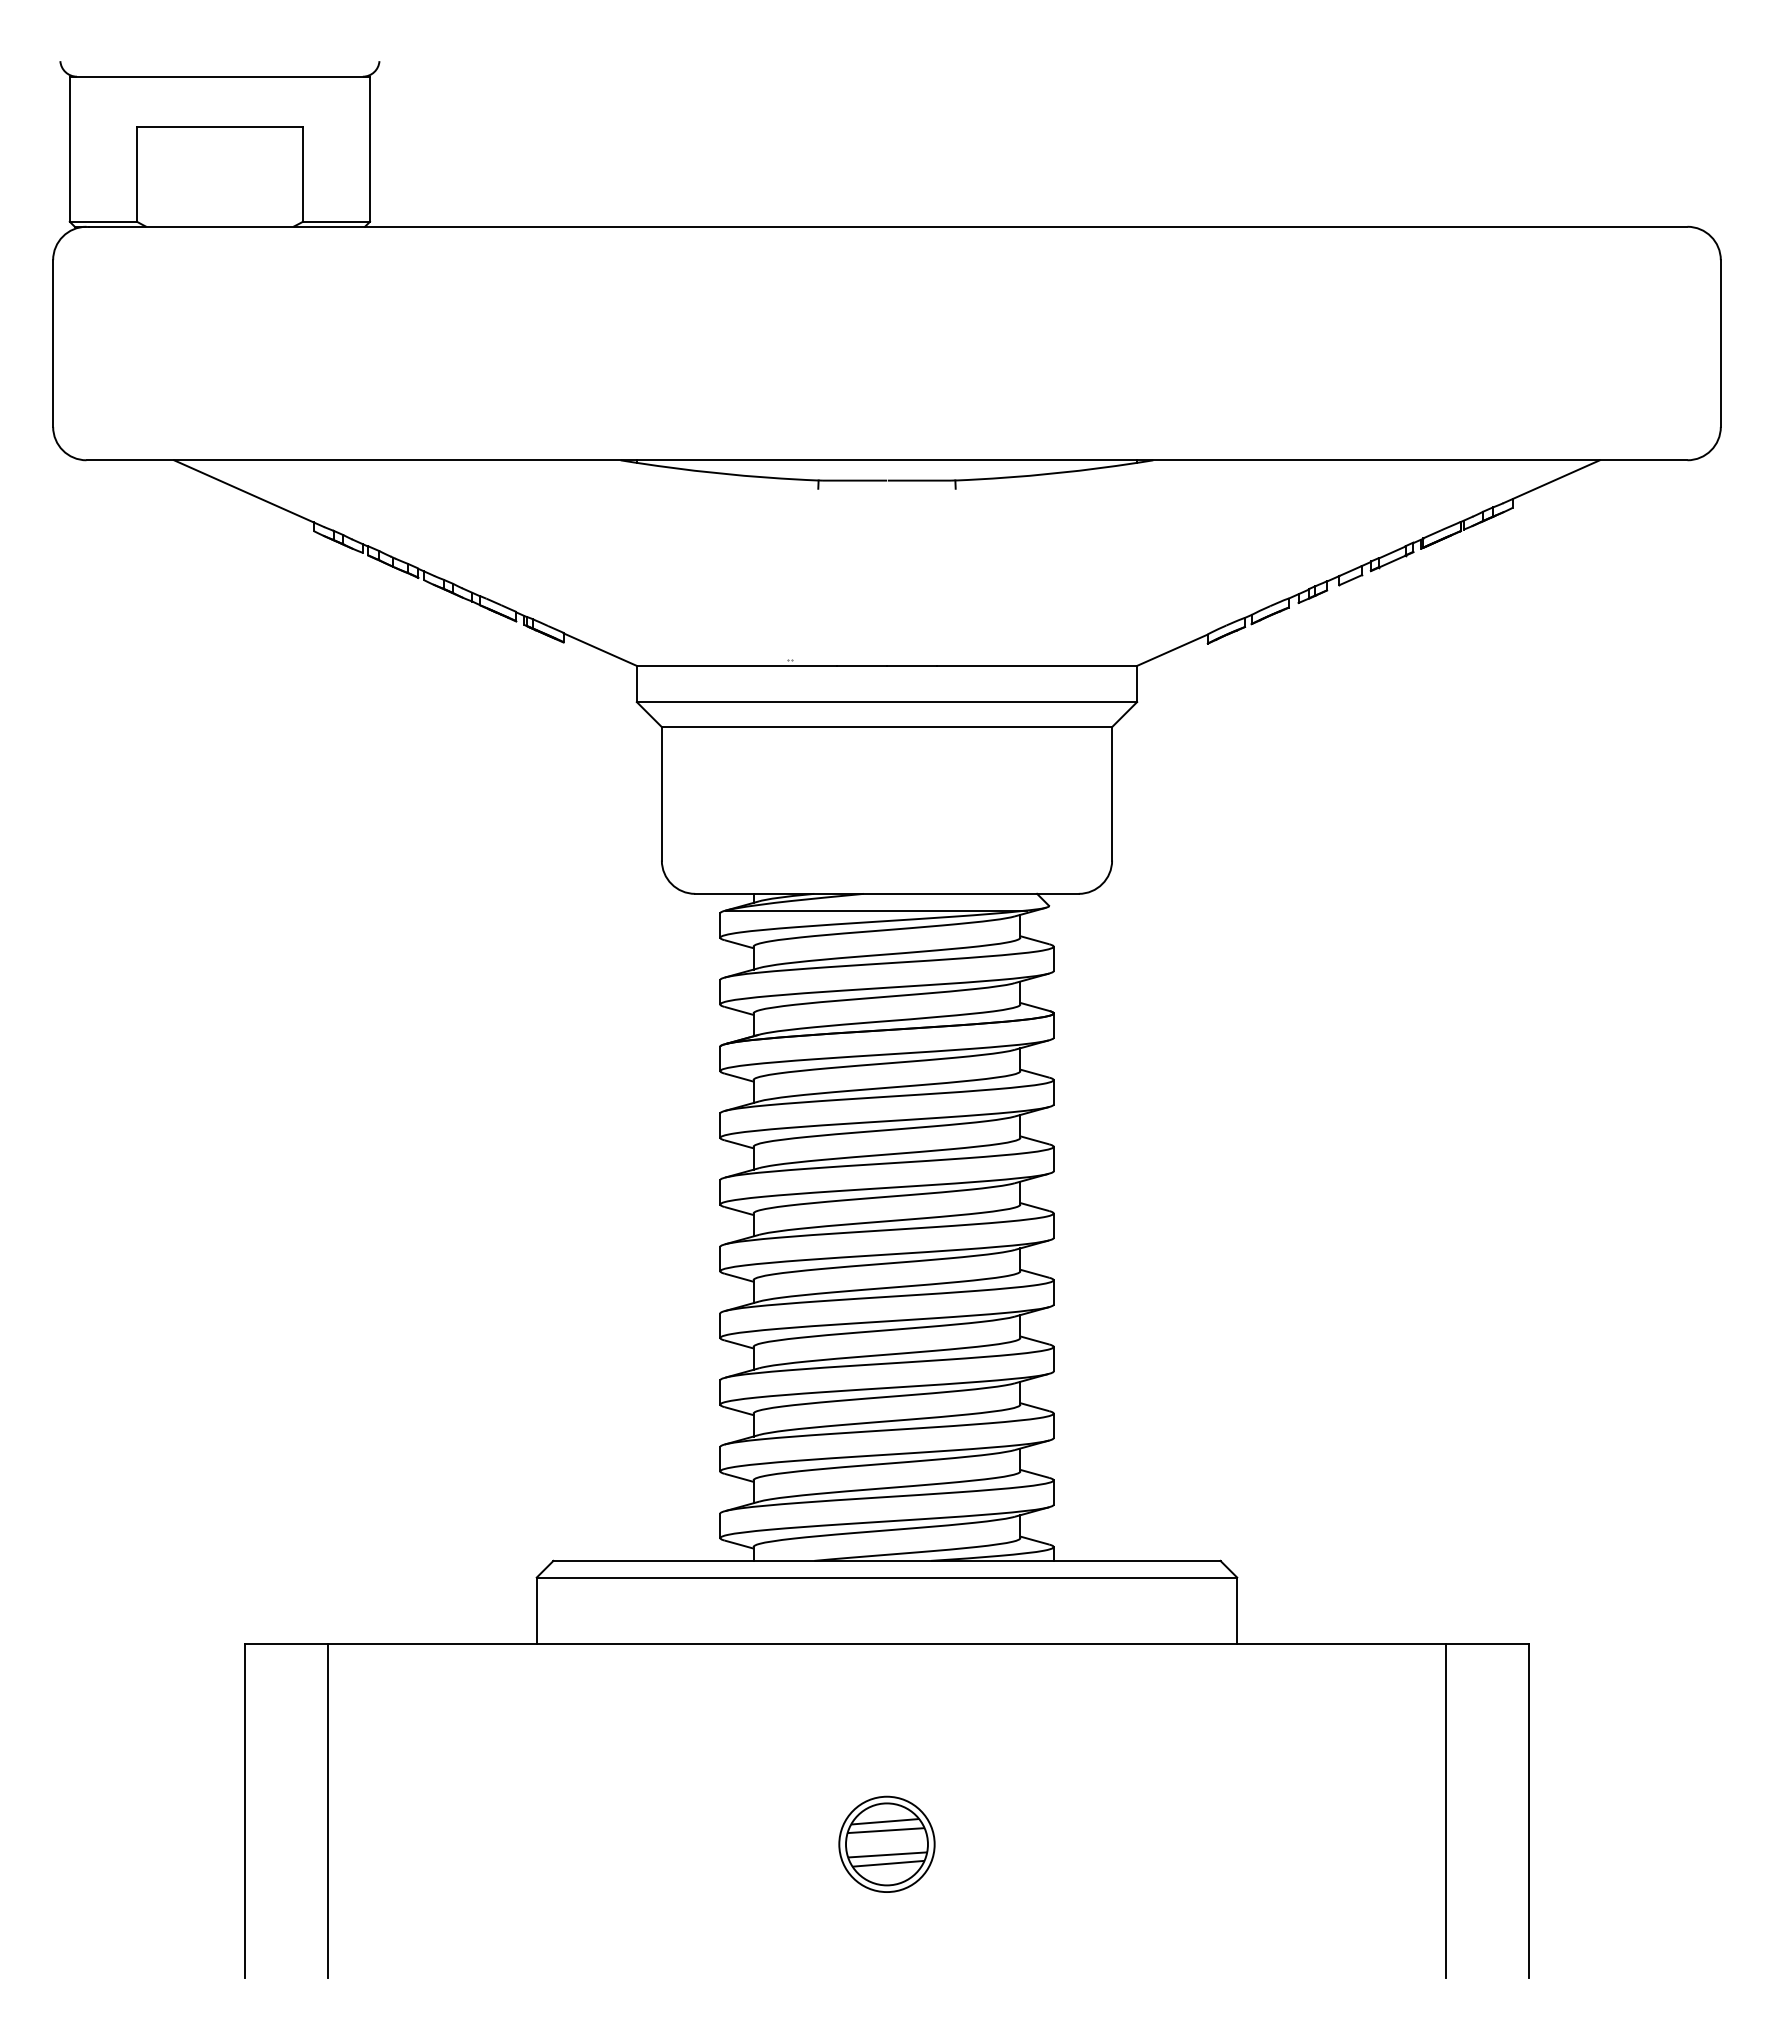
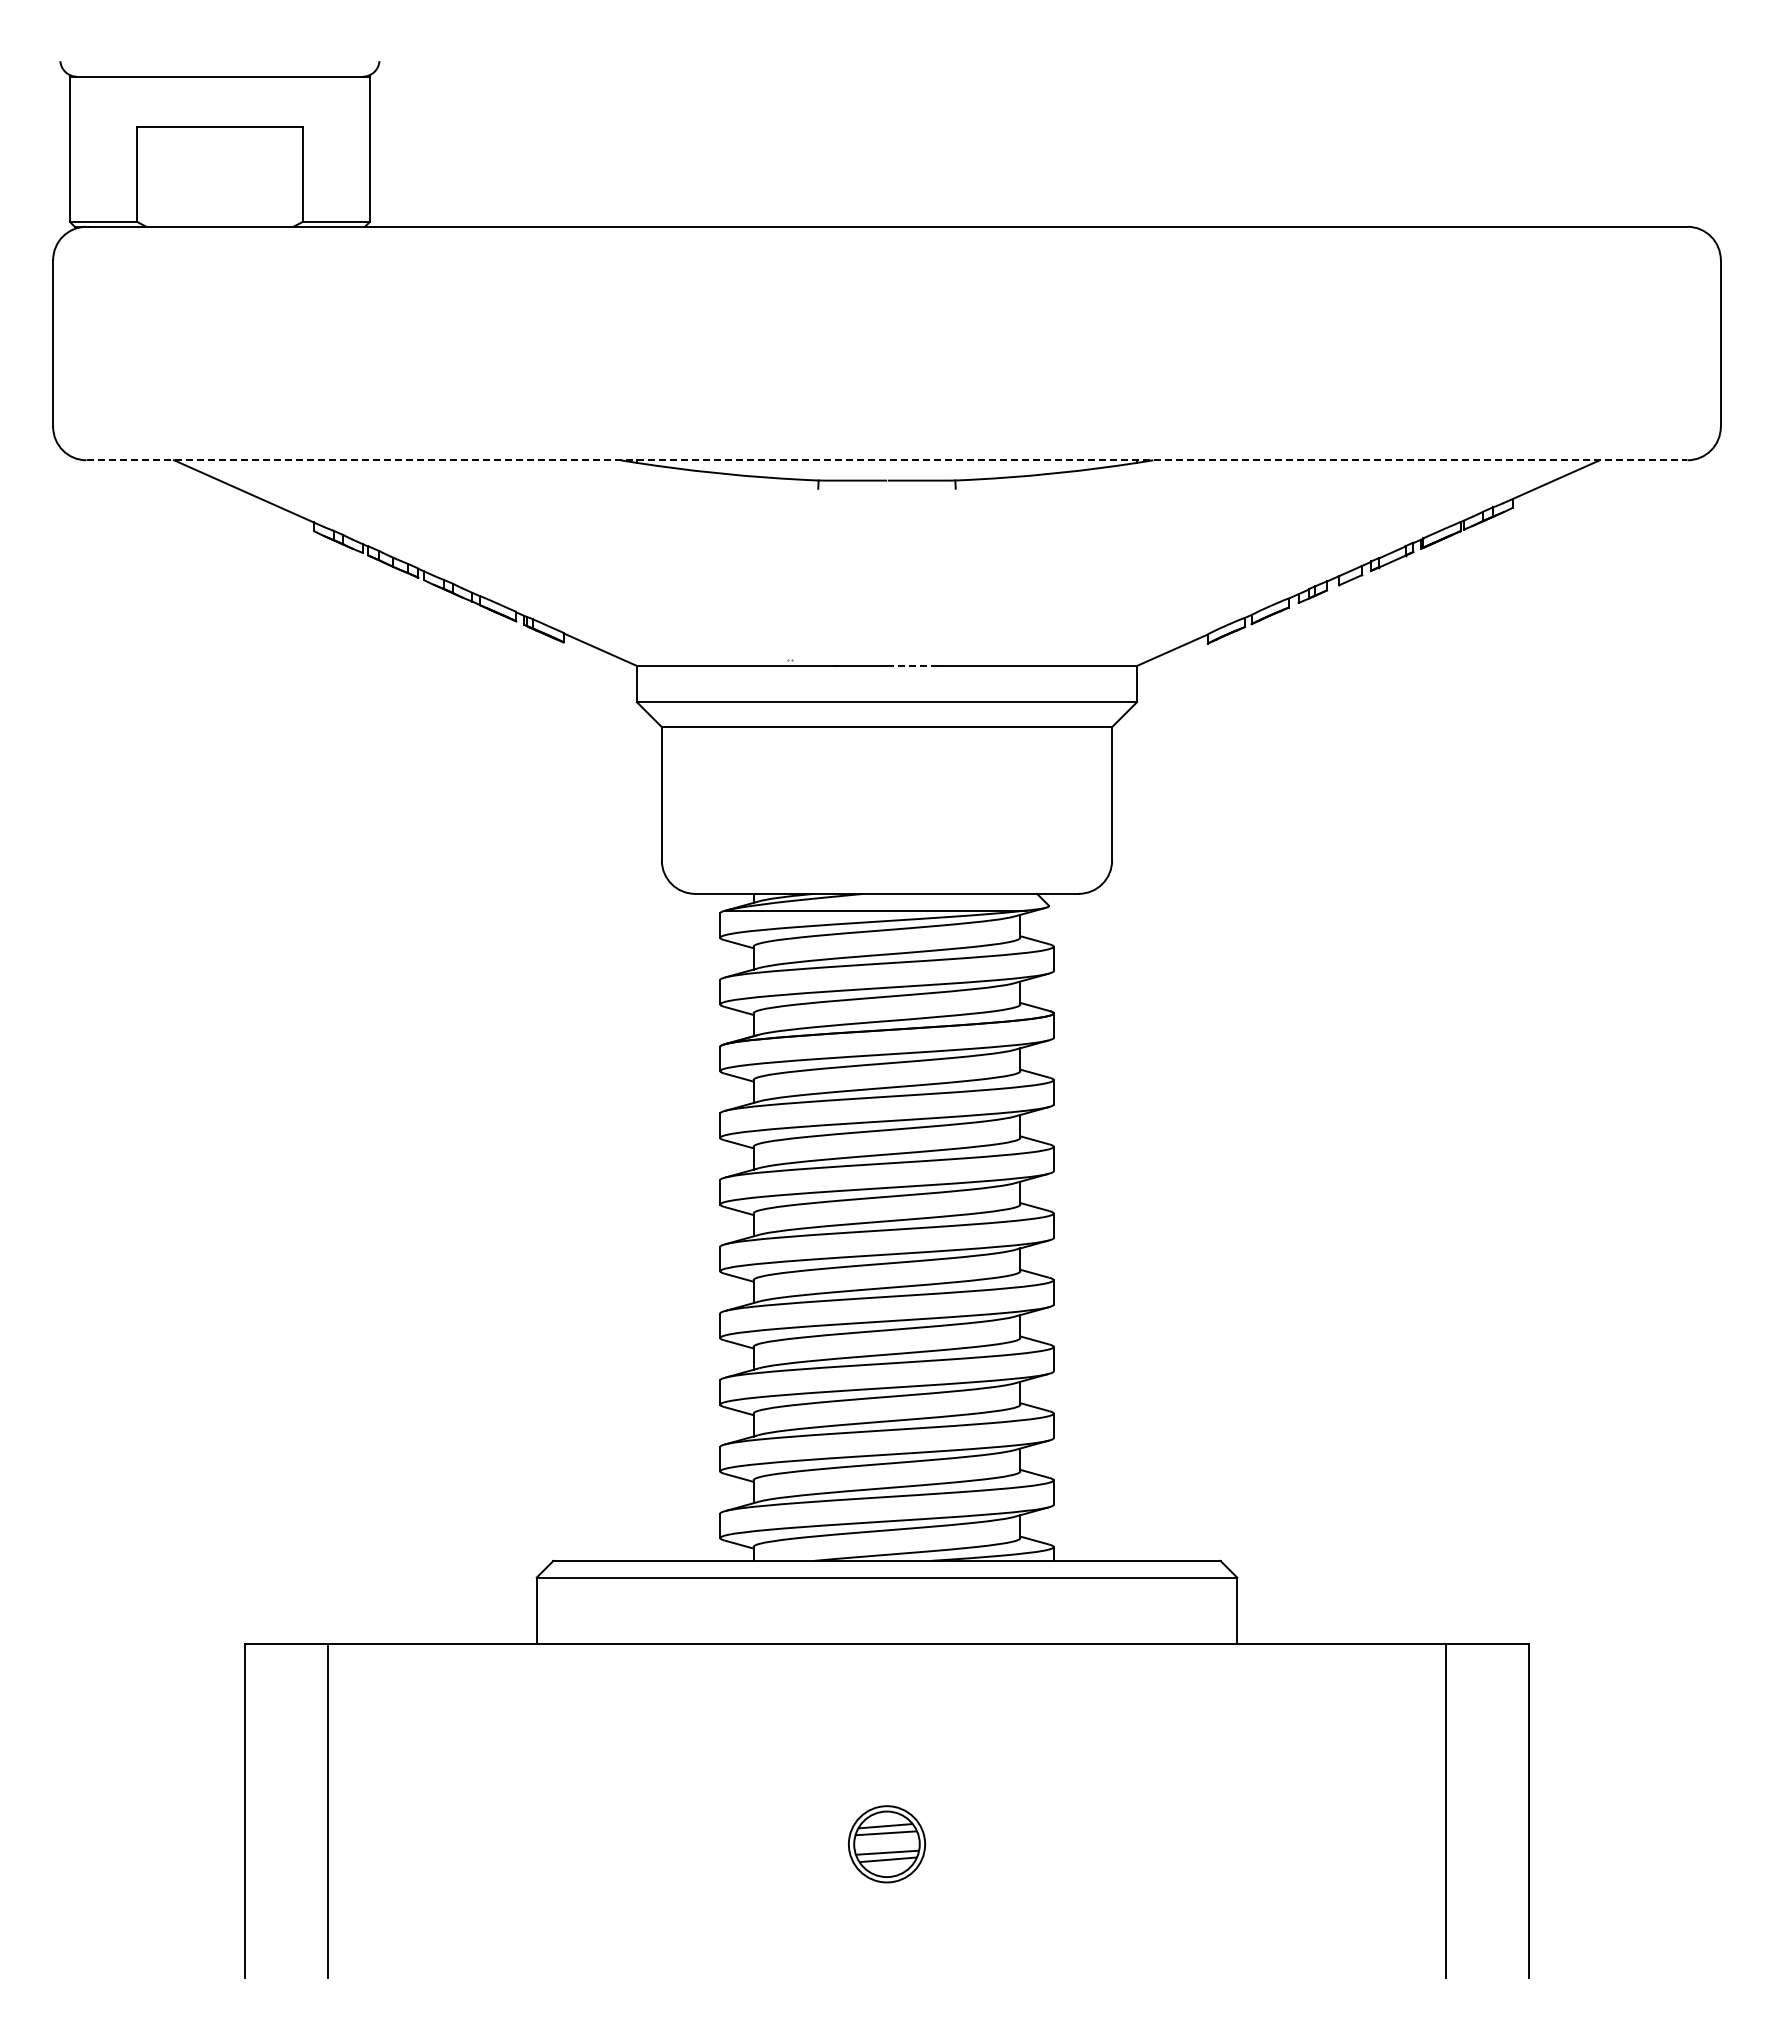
line at (887, 460): solid -> dashed
line at (911, 665): solid -> dashed
part at (886, 1843) size: 98x98 px -> 78x79 px
